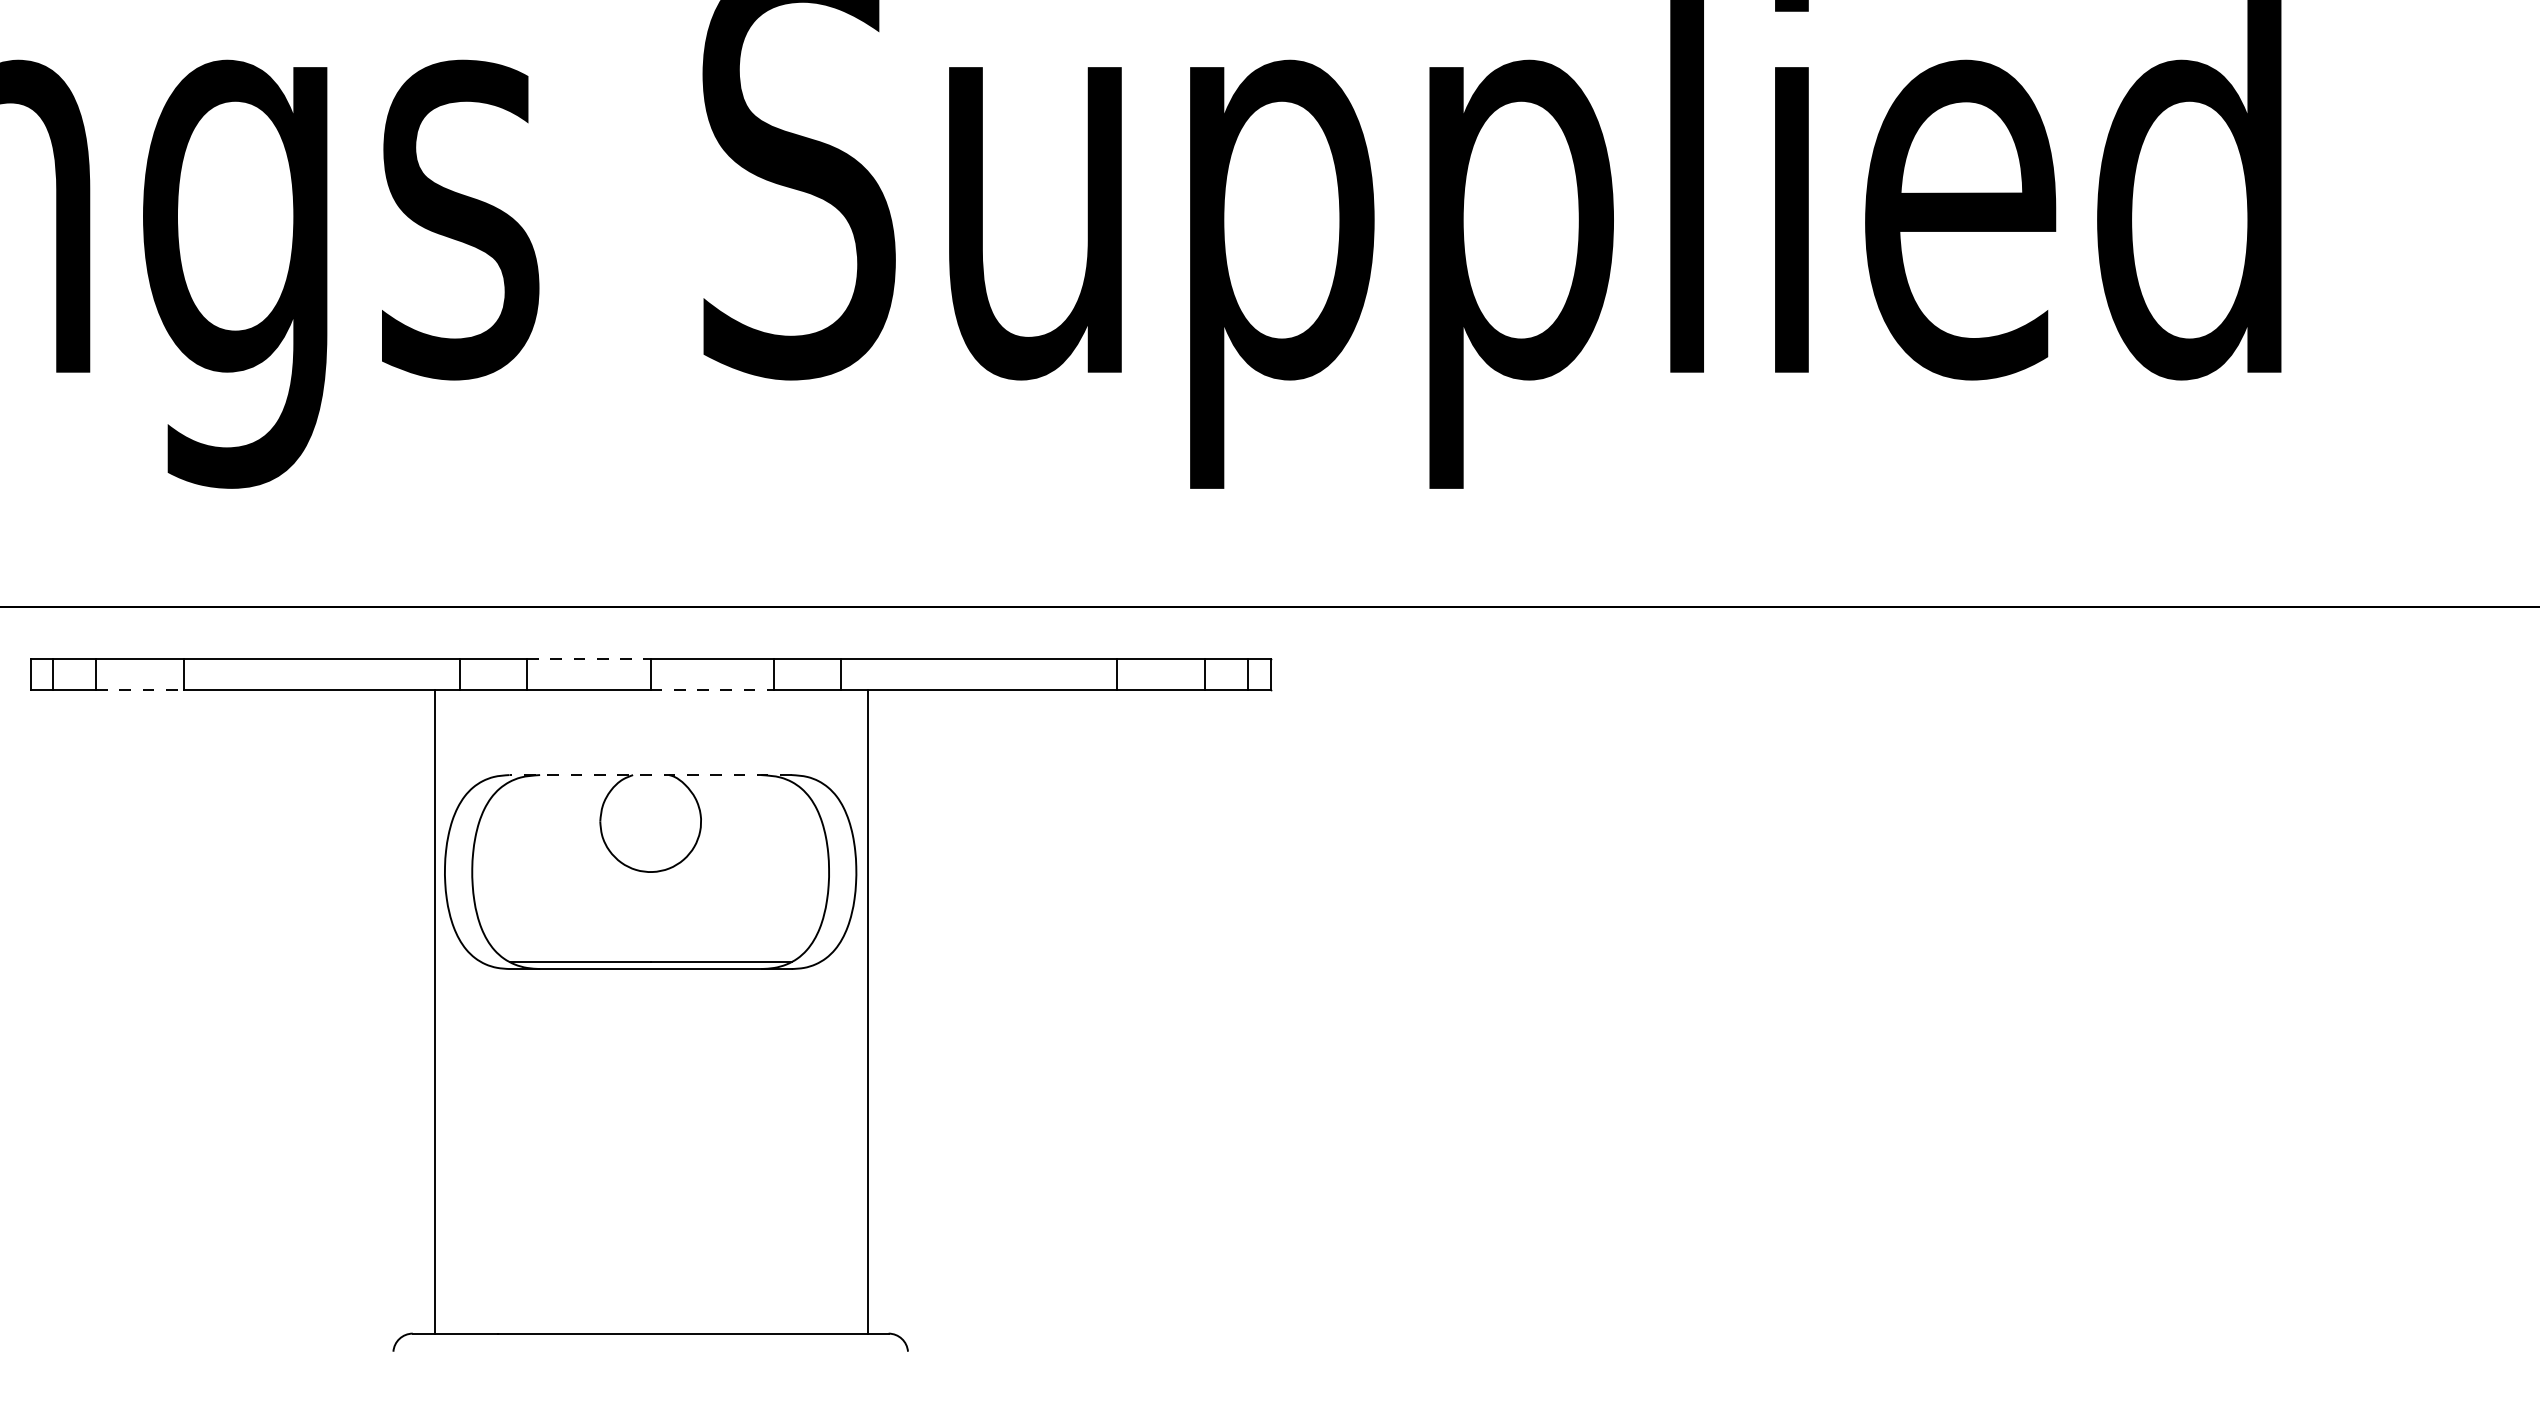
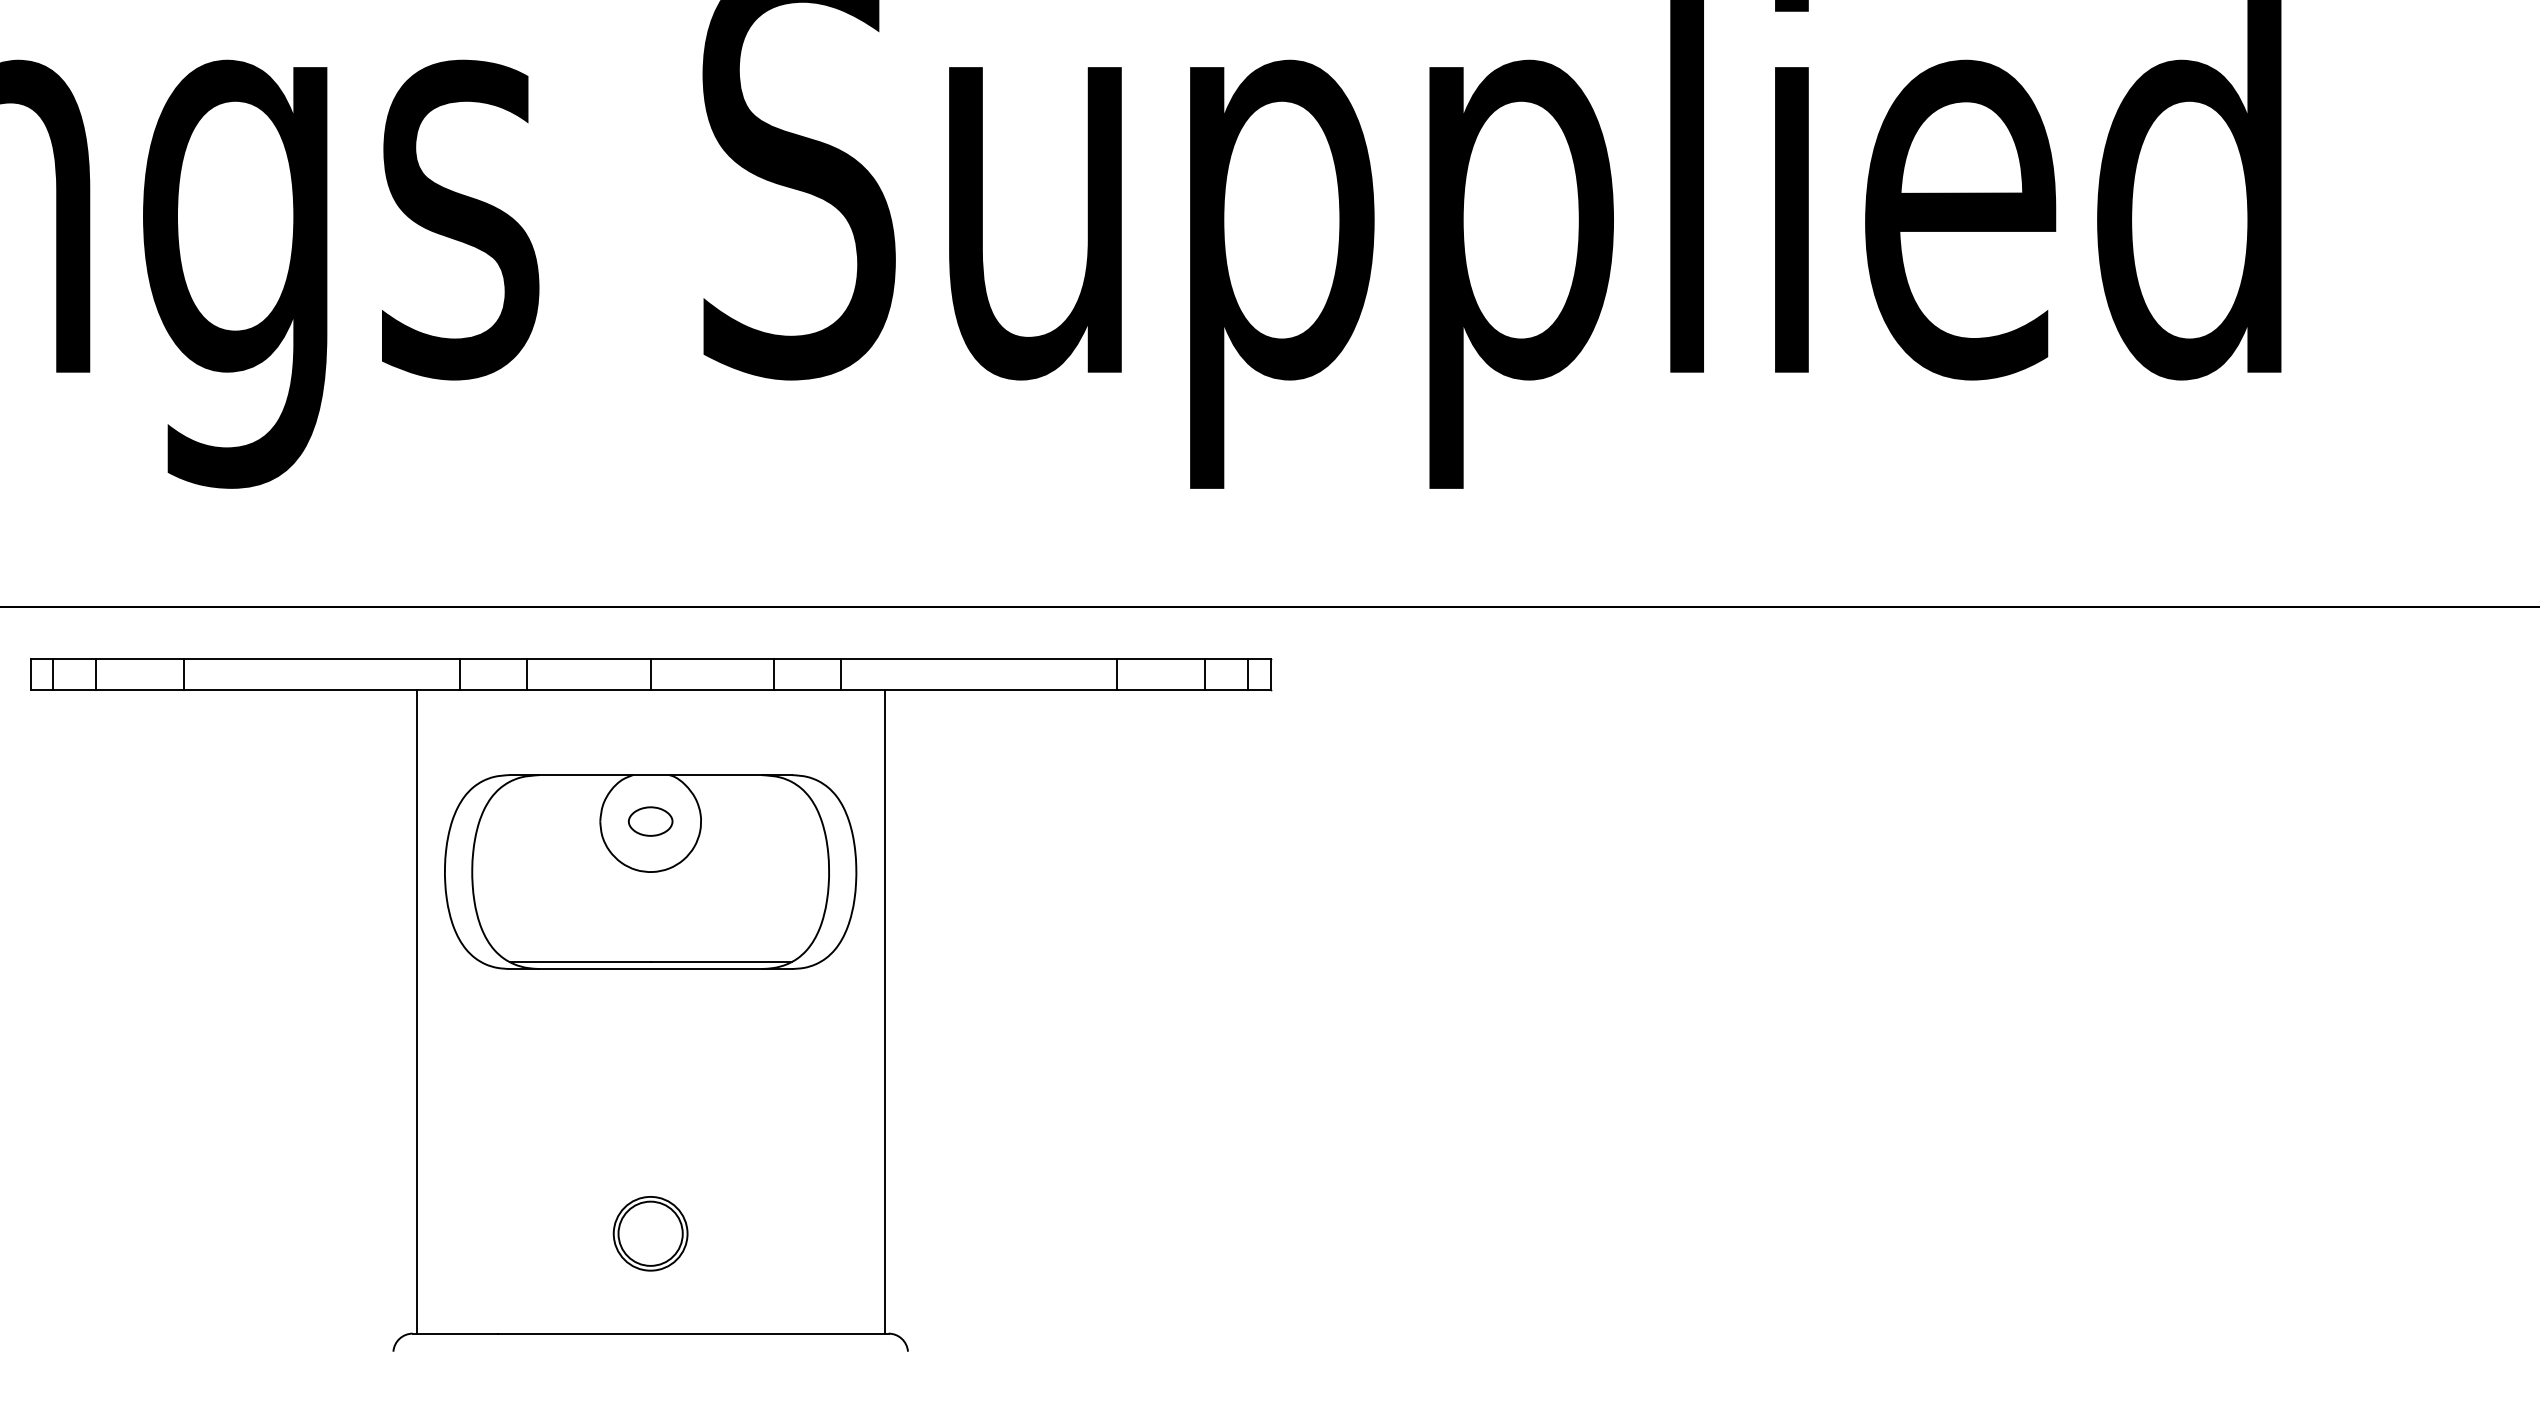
line at (588, 658): dashed -> solid
line at (140, 689): dashed -> solid
line at (712, 689): dashed -> solid
line at (650, 775): dashed -> solid
part at (650, 821): none -> present
line at (434, 1011) position: (434, 1011) -> (416, 1011)
line at (867, 1011) position: (867, 1011) -> (884, 1011)
part at (650, 1233): none -> present
